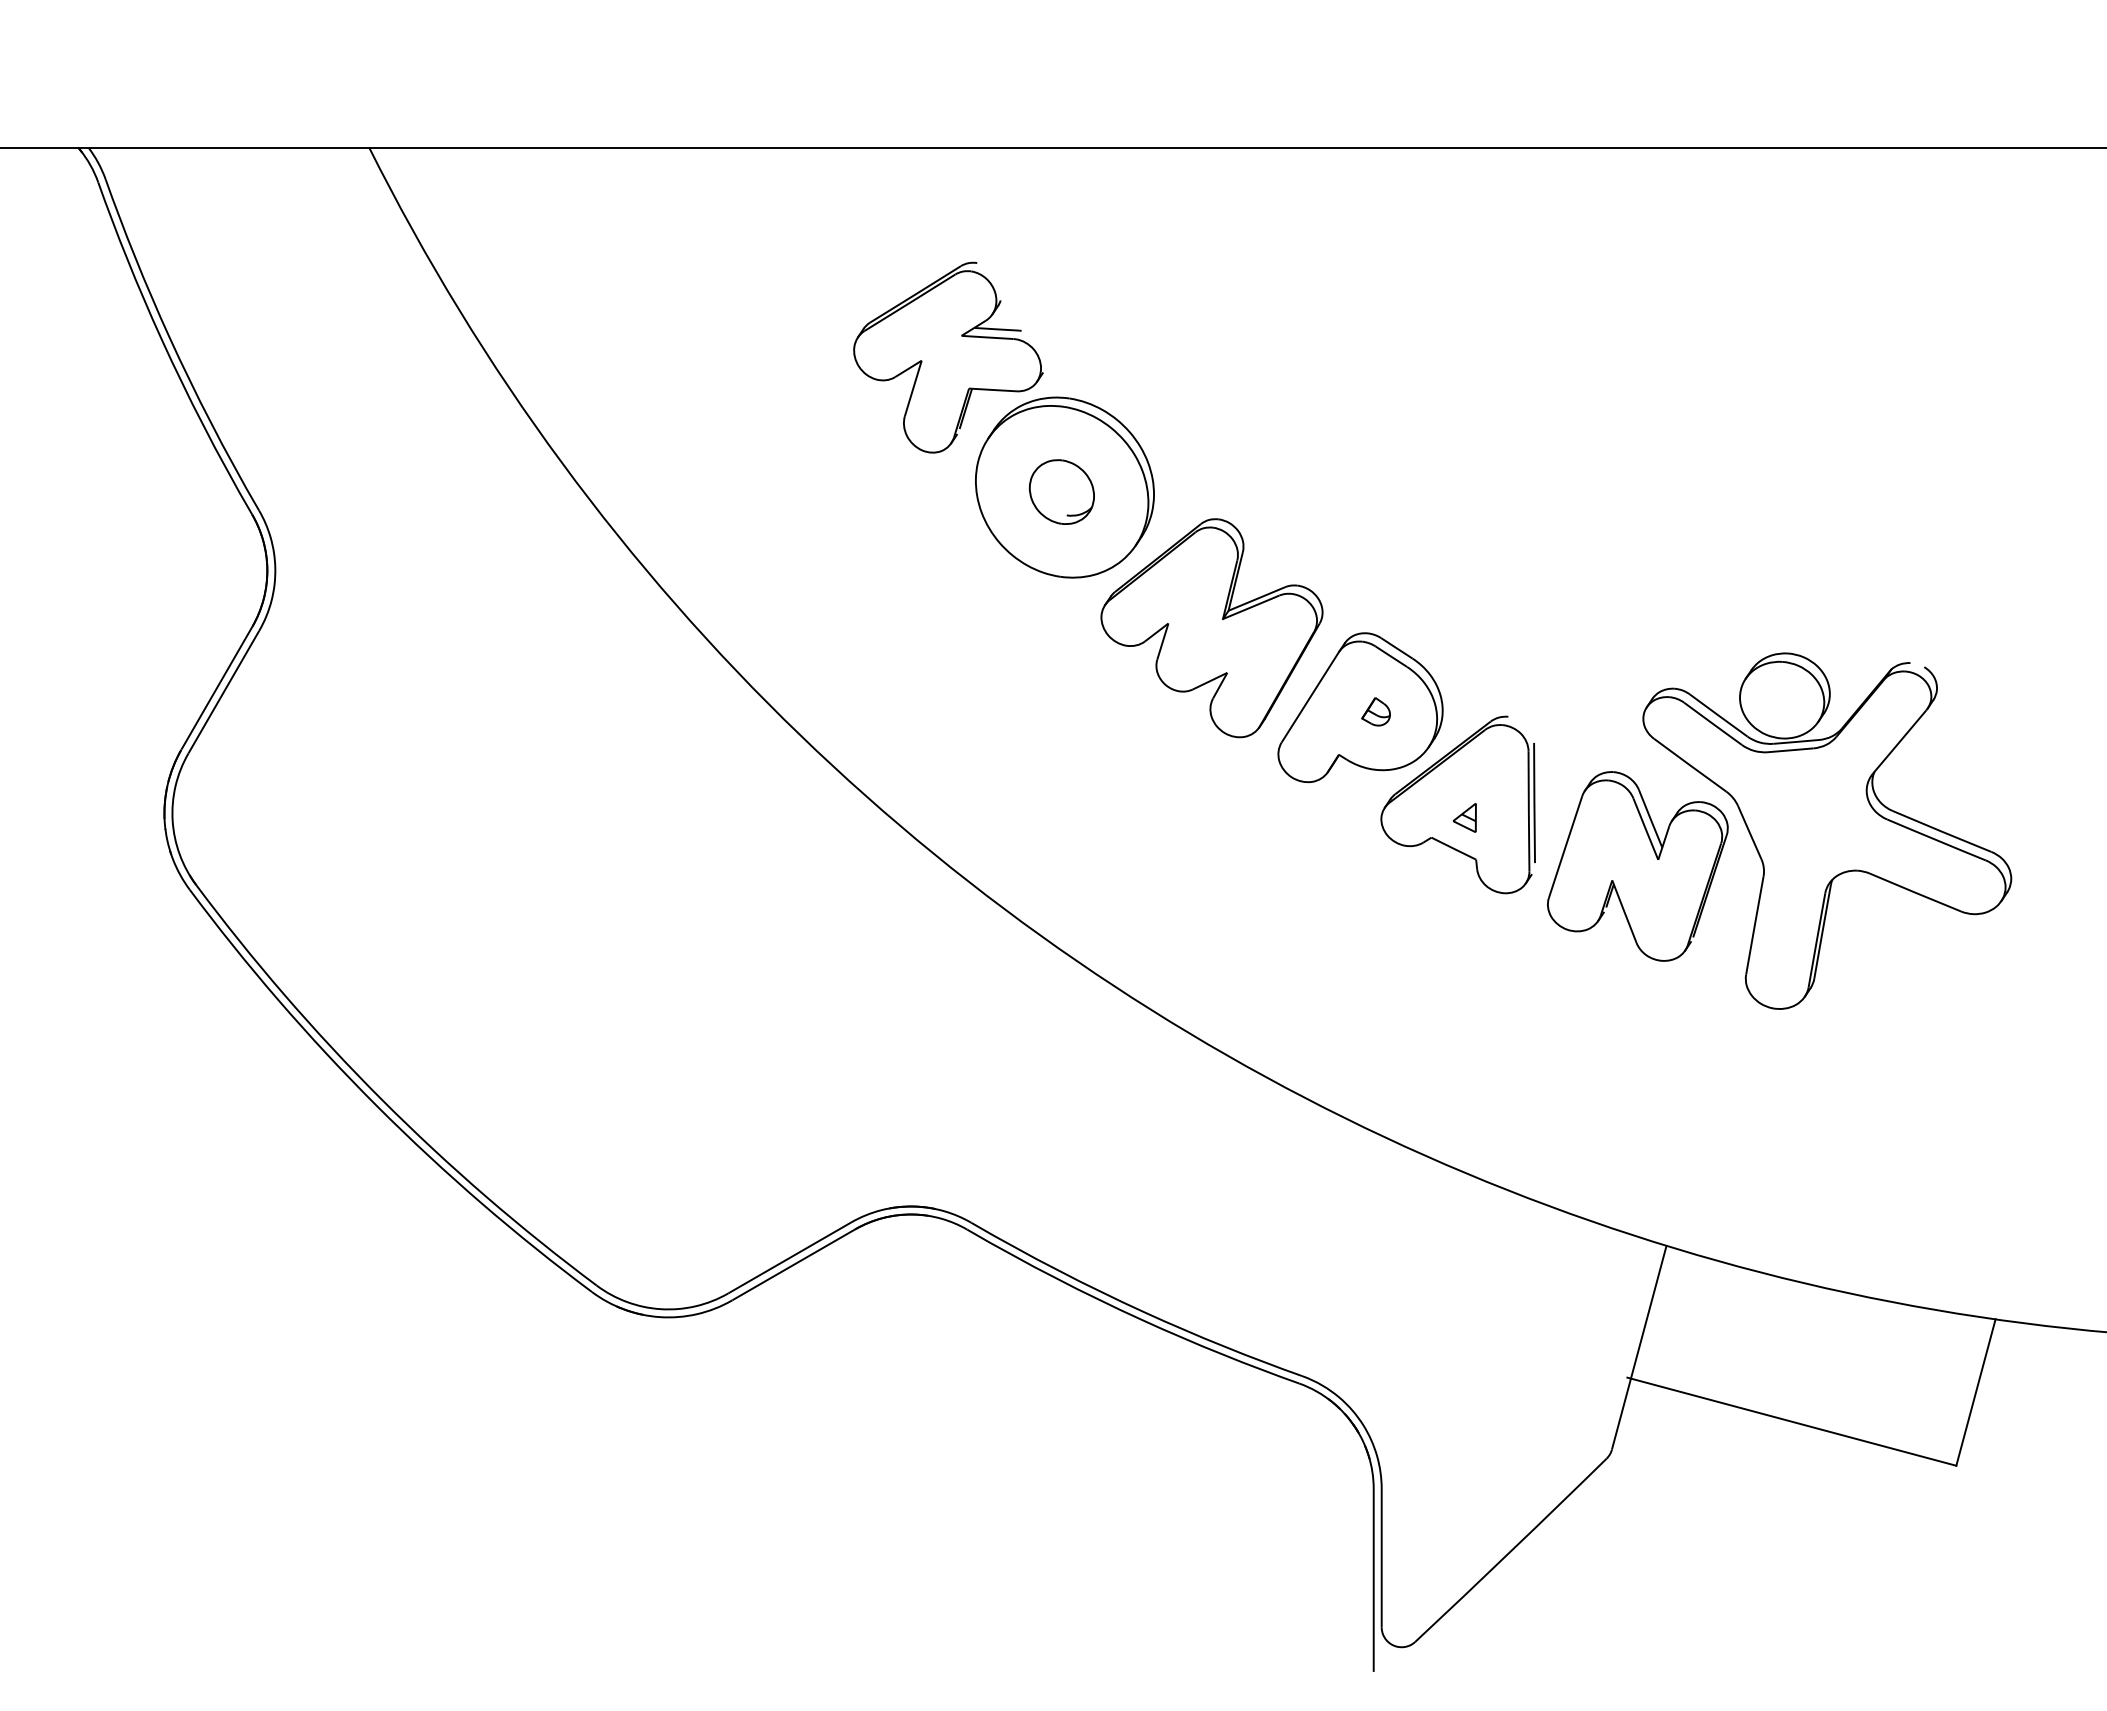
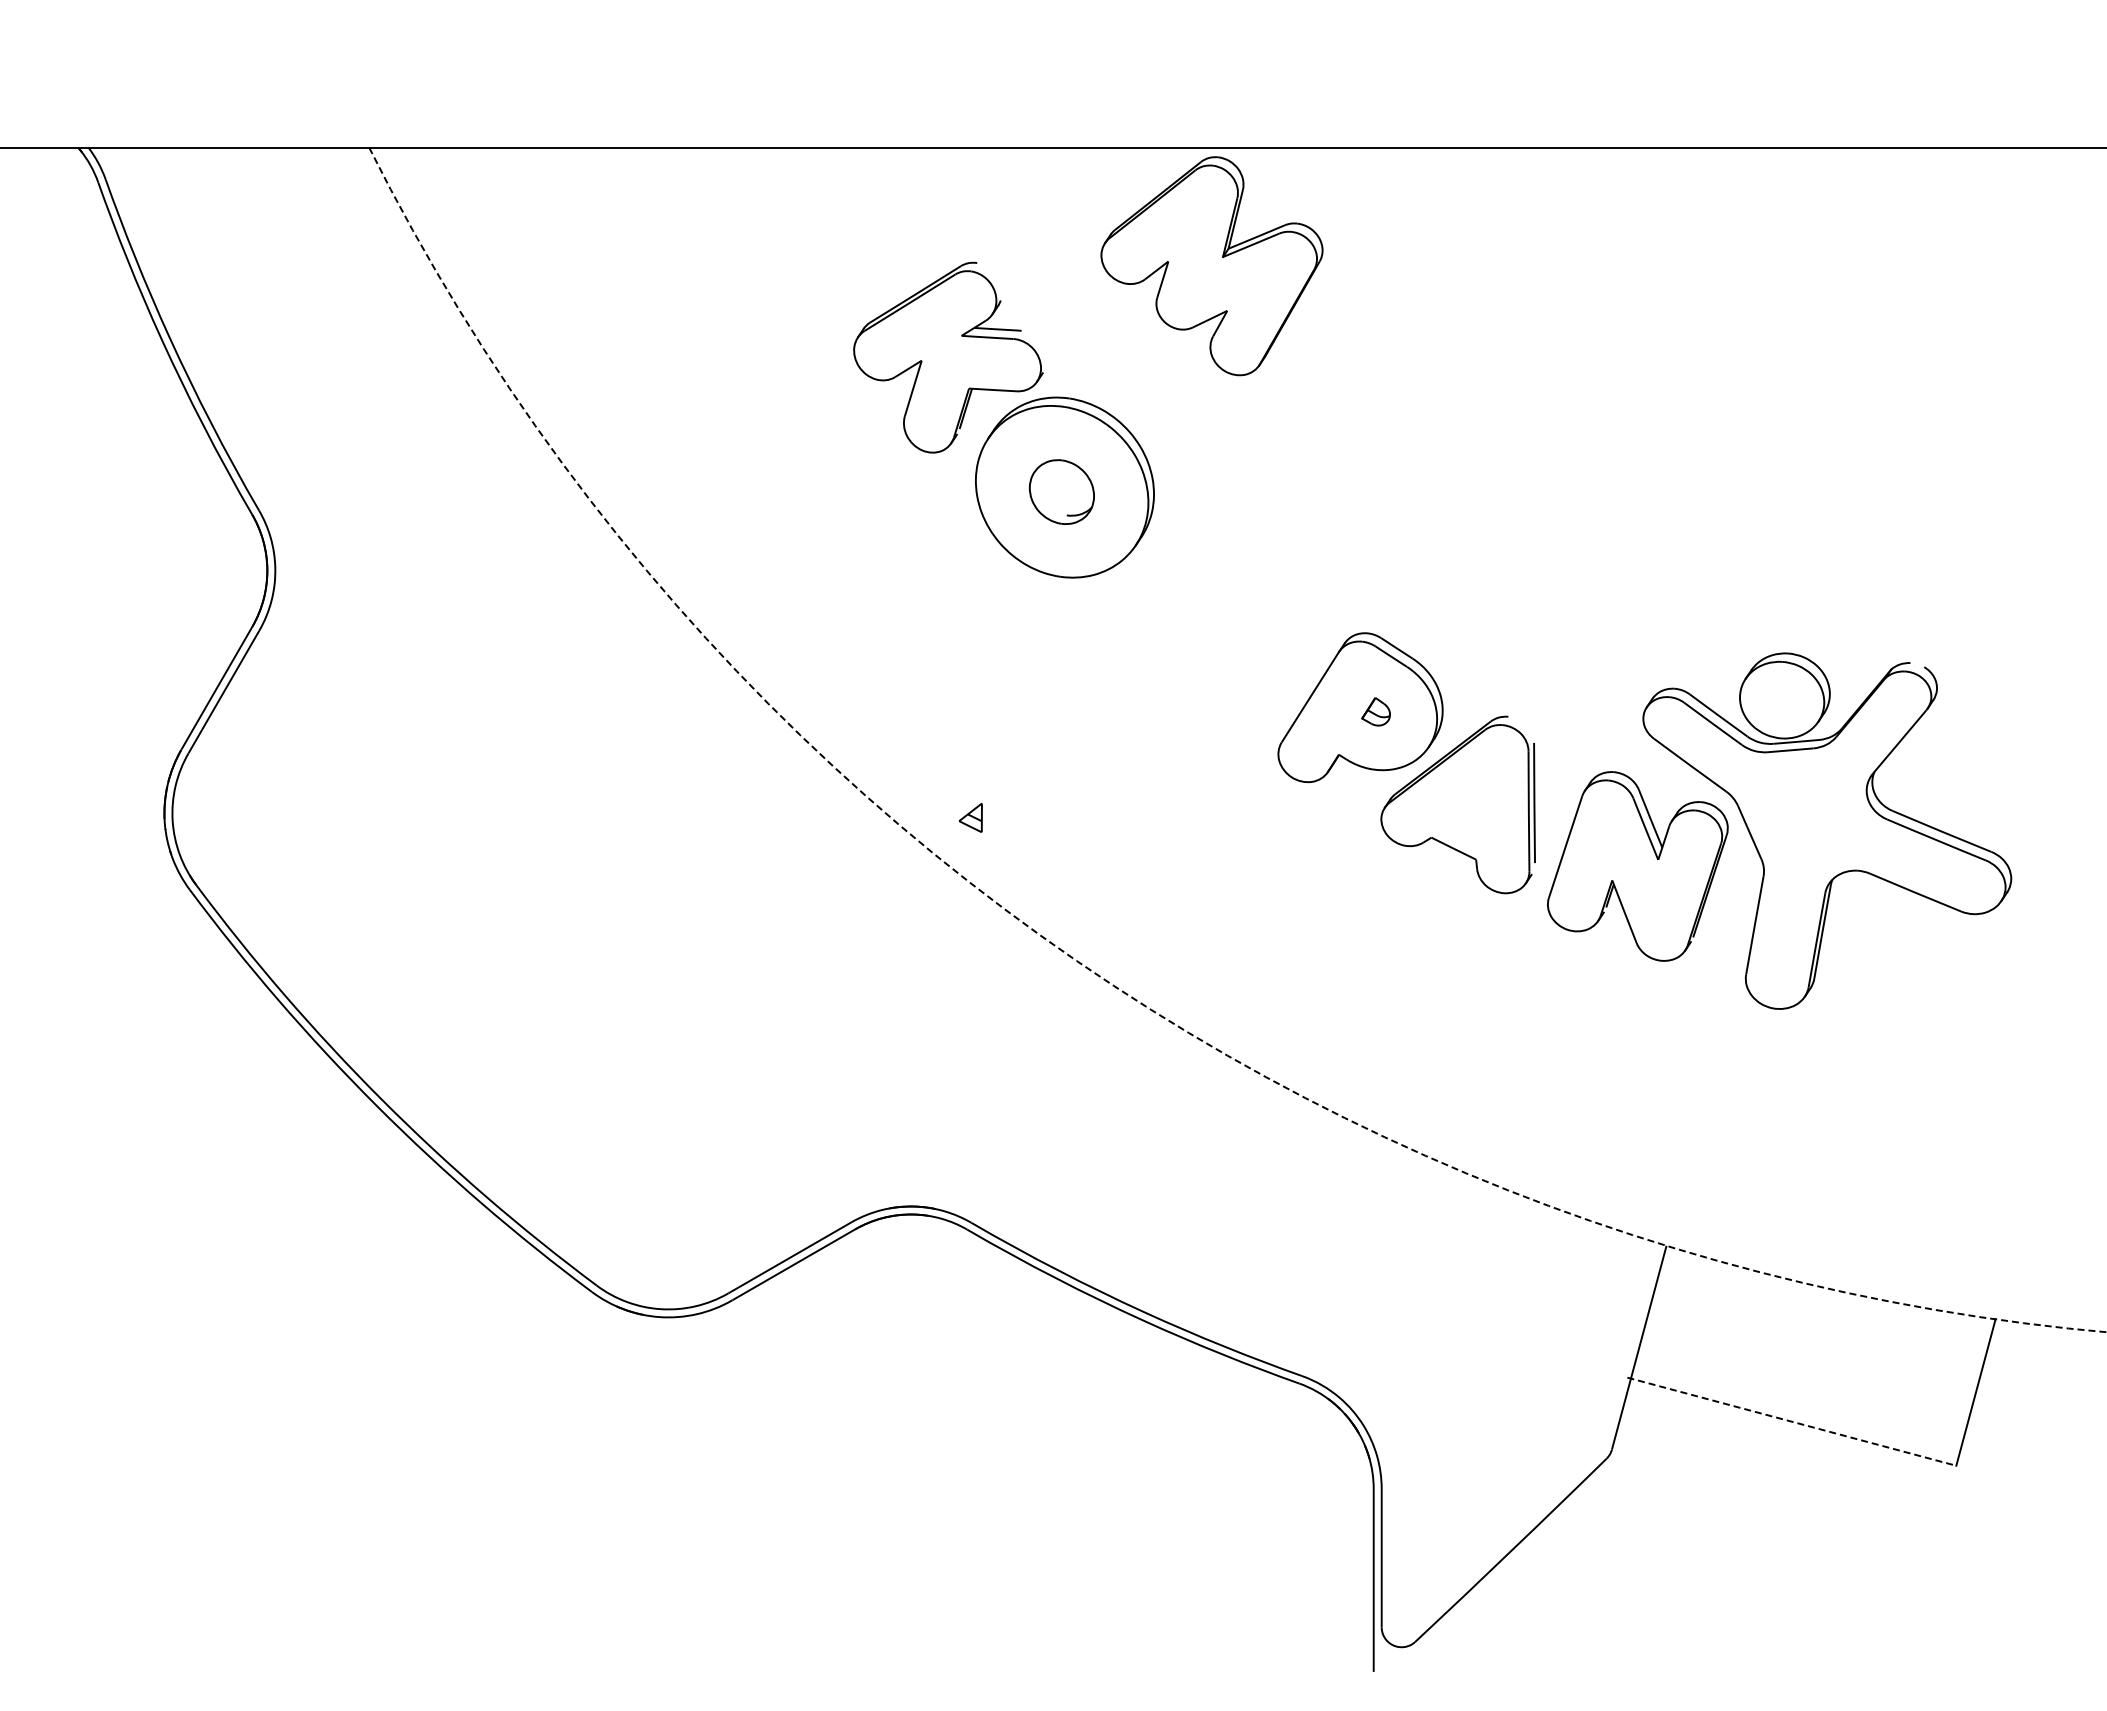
part at (1211, 628) position: (1211, 628) -> (1211, 266)
part at (1464, 817) position: (1464, 817) -> (970, 817)
arc at (1084, 965): solid -> dashed
line at (1792, 1421): solid -> dashed
